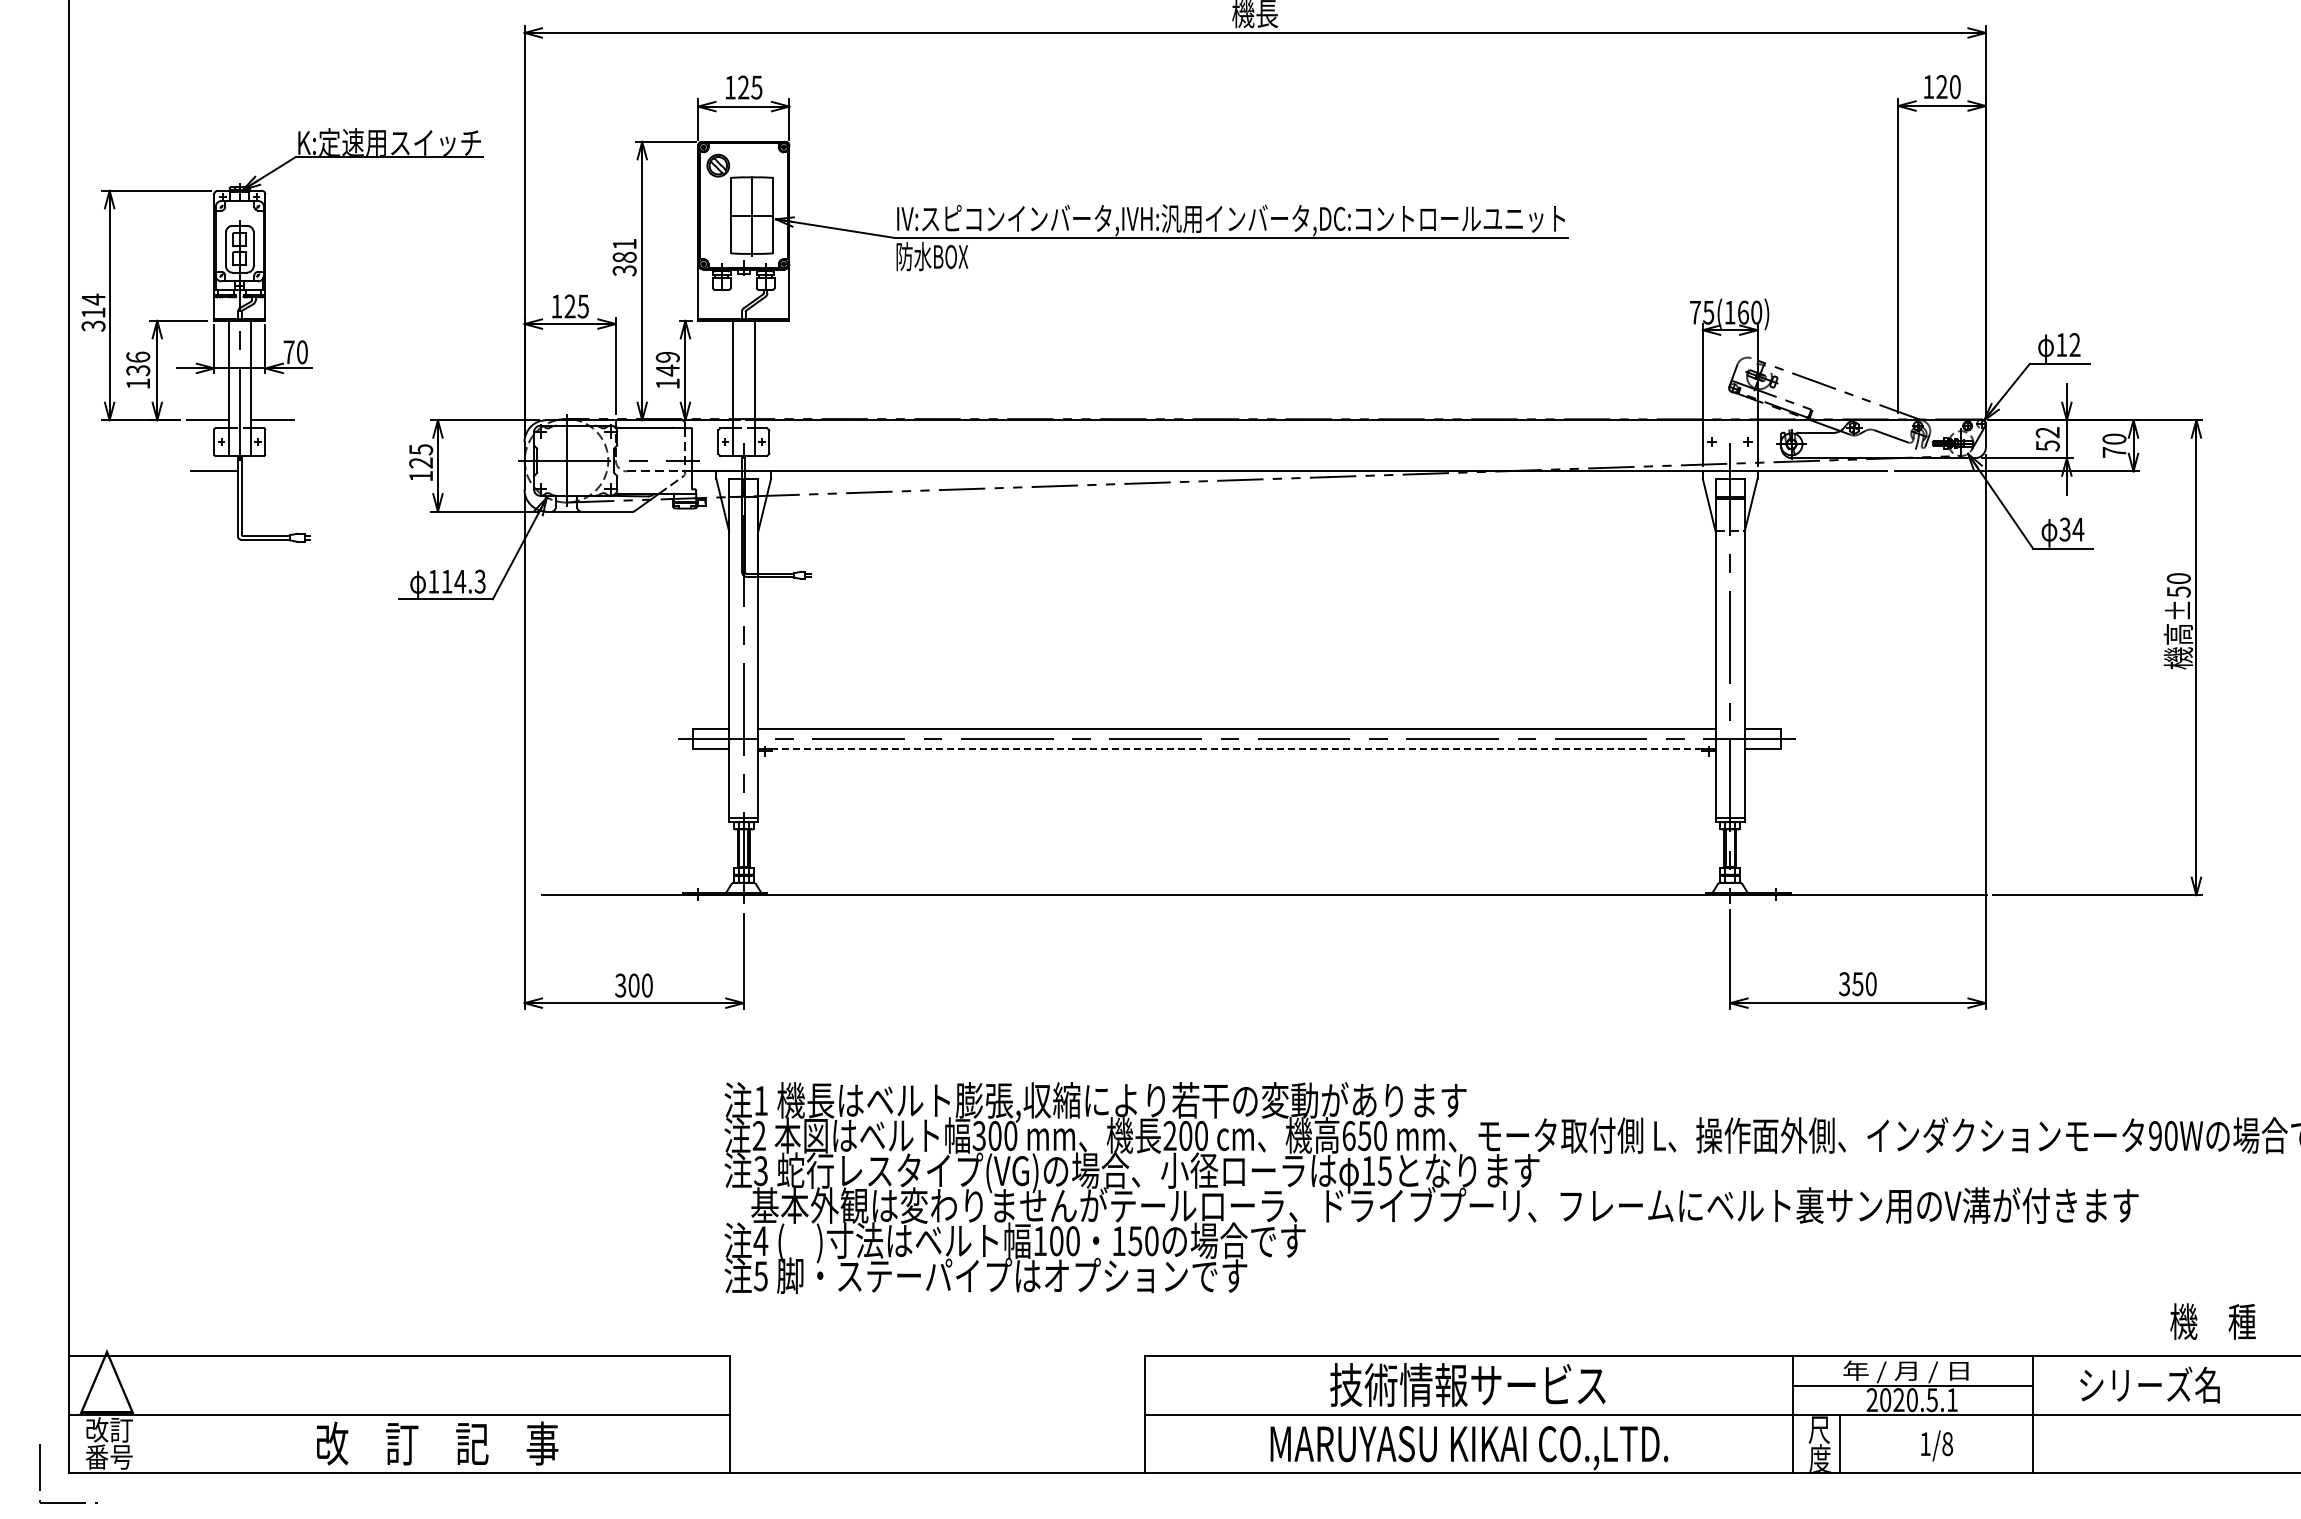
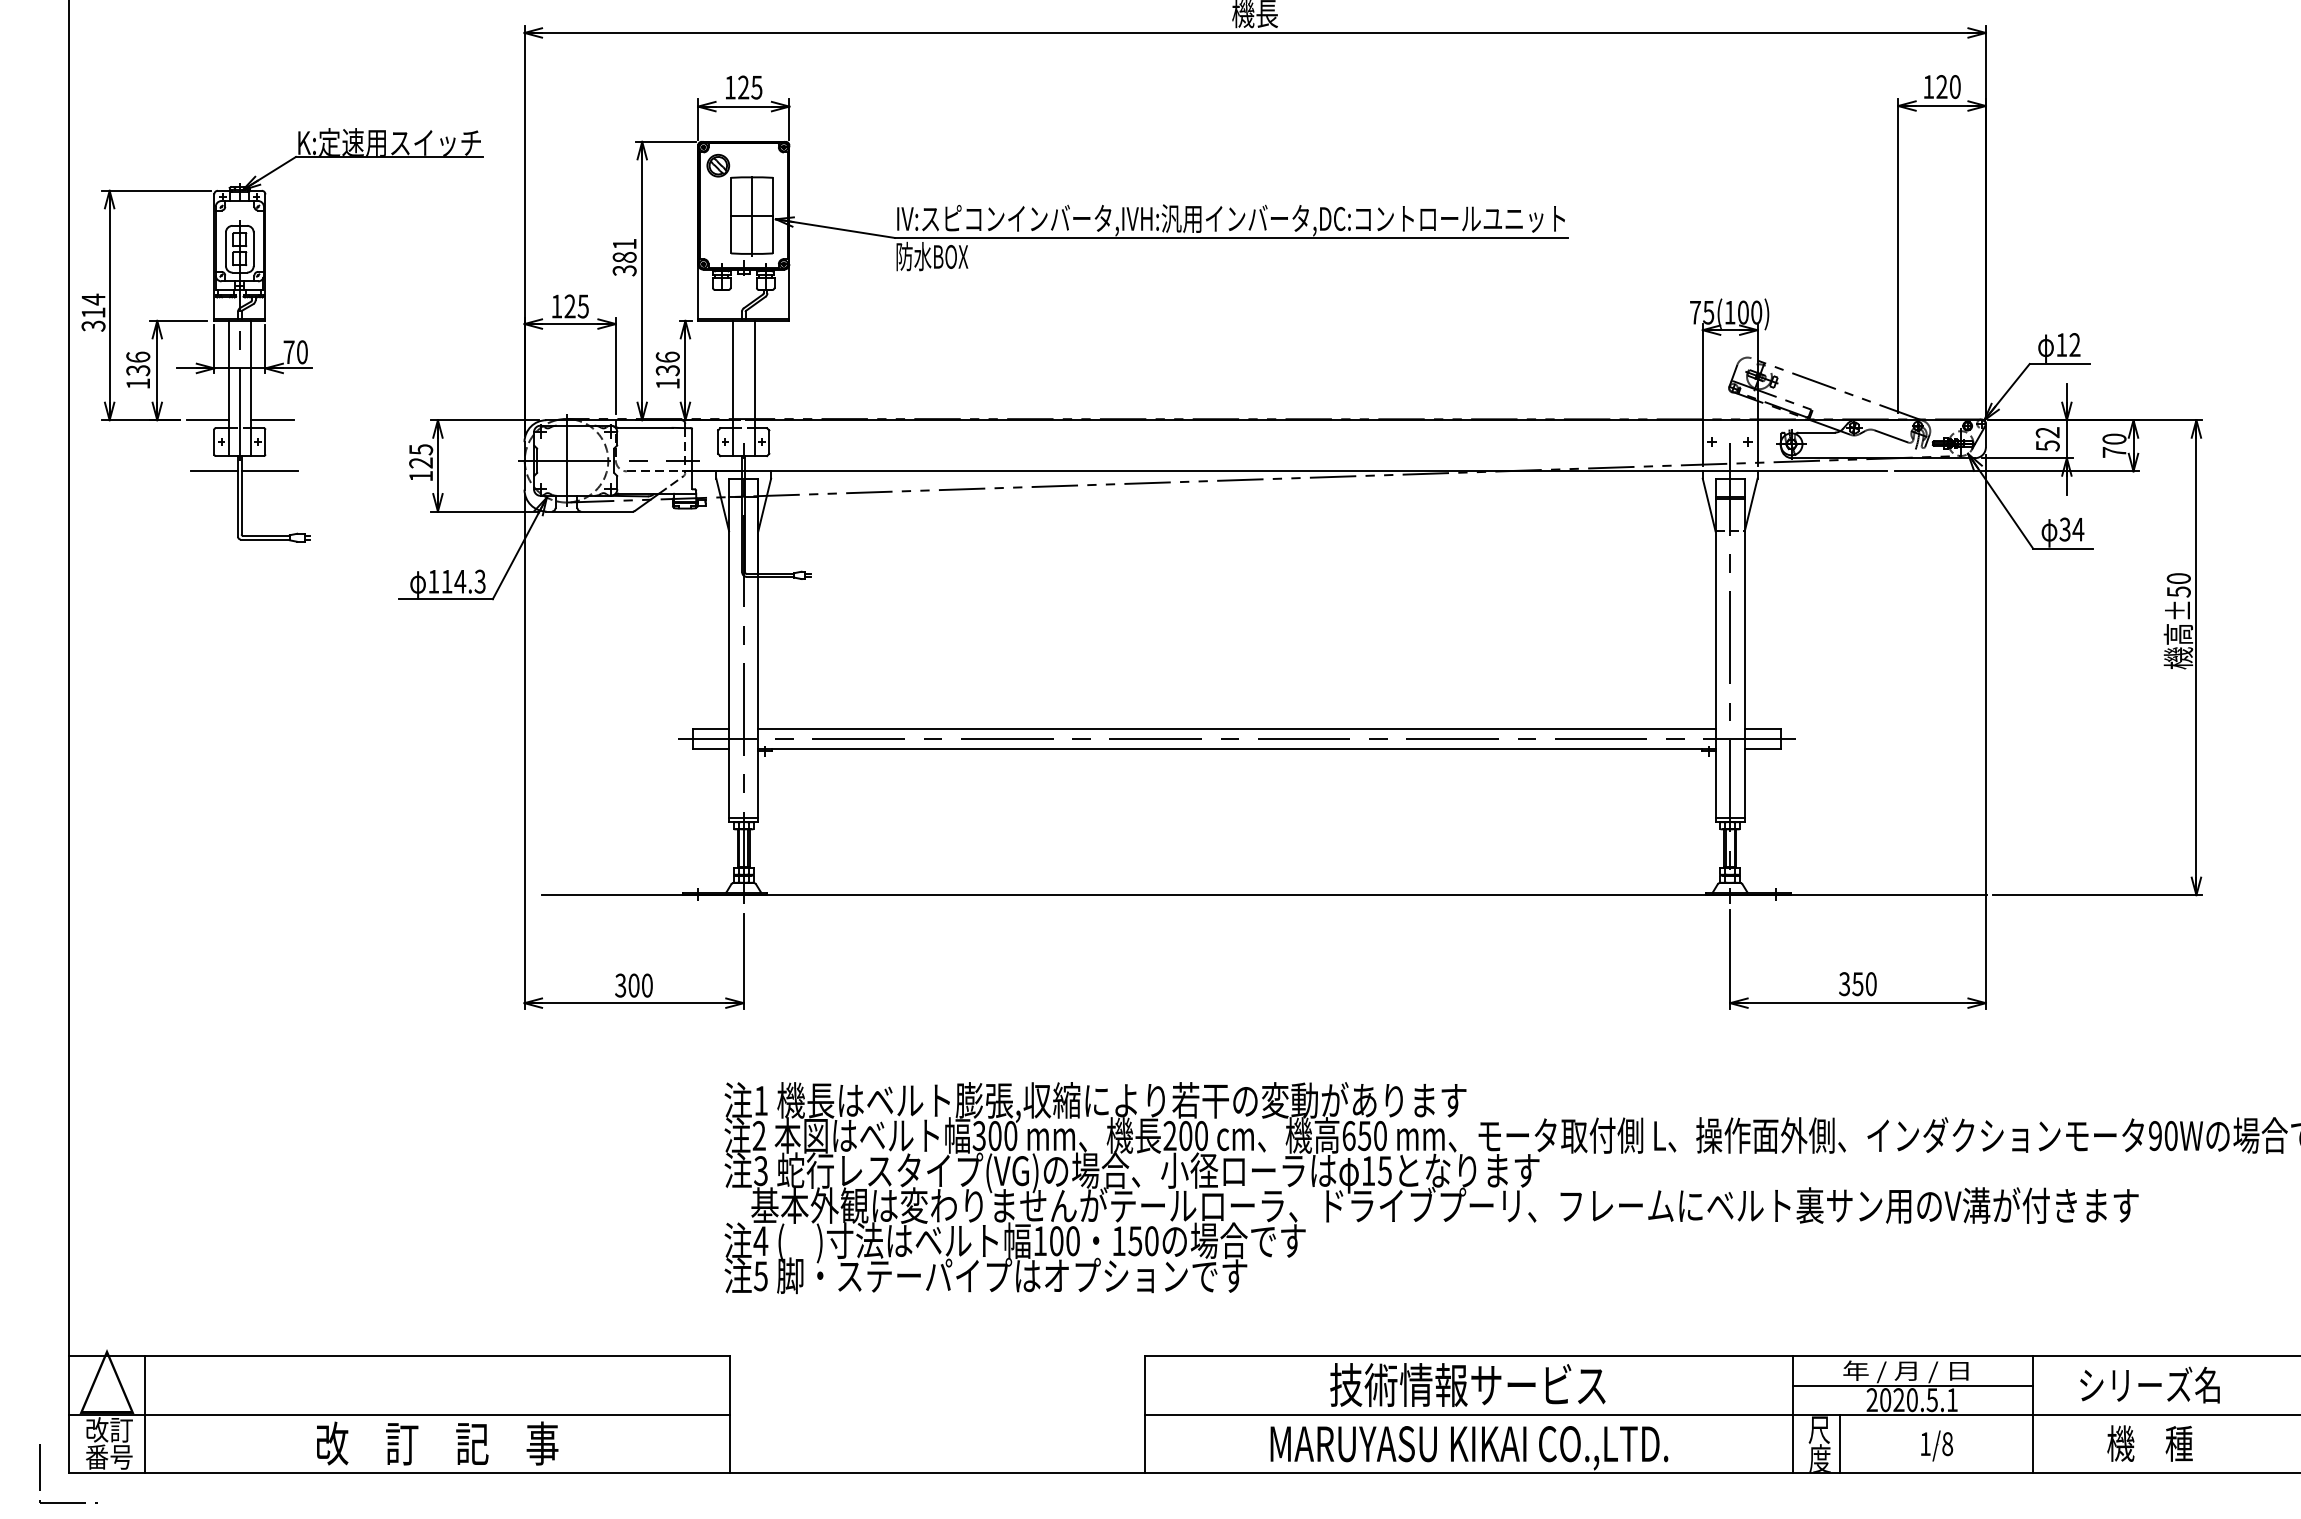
text at (1743, 312): 75(160) -> 75(100)
text at (667, 363): 149 -> 136
line at (269, 471): none -> present
line at (1236, 749): dashed -> solid
text at (2212, 1321) position: (2212, 1321) -> (2149, 1443)
line at (145, 1414): none -> present
